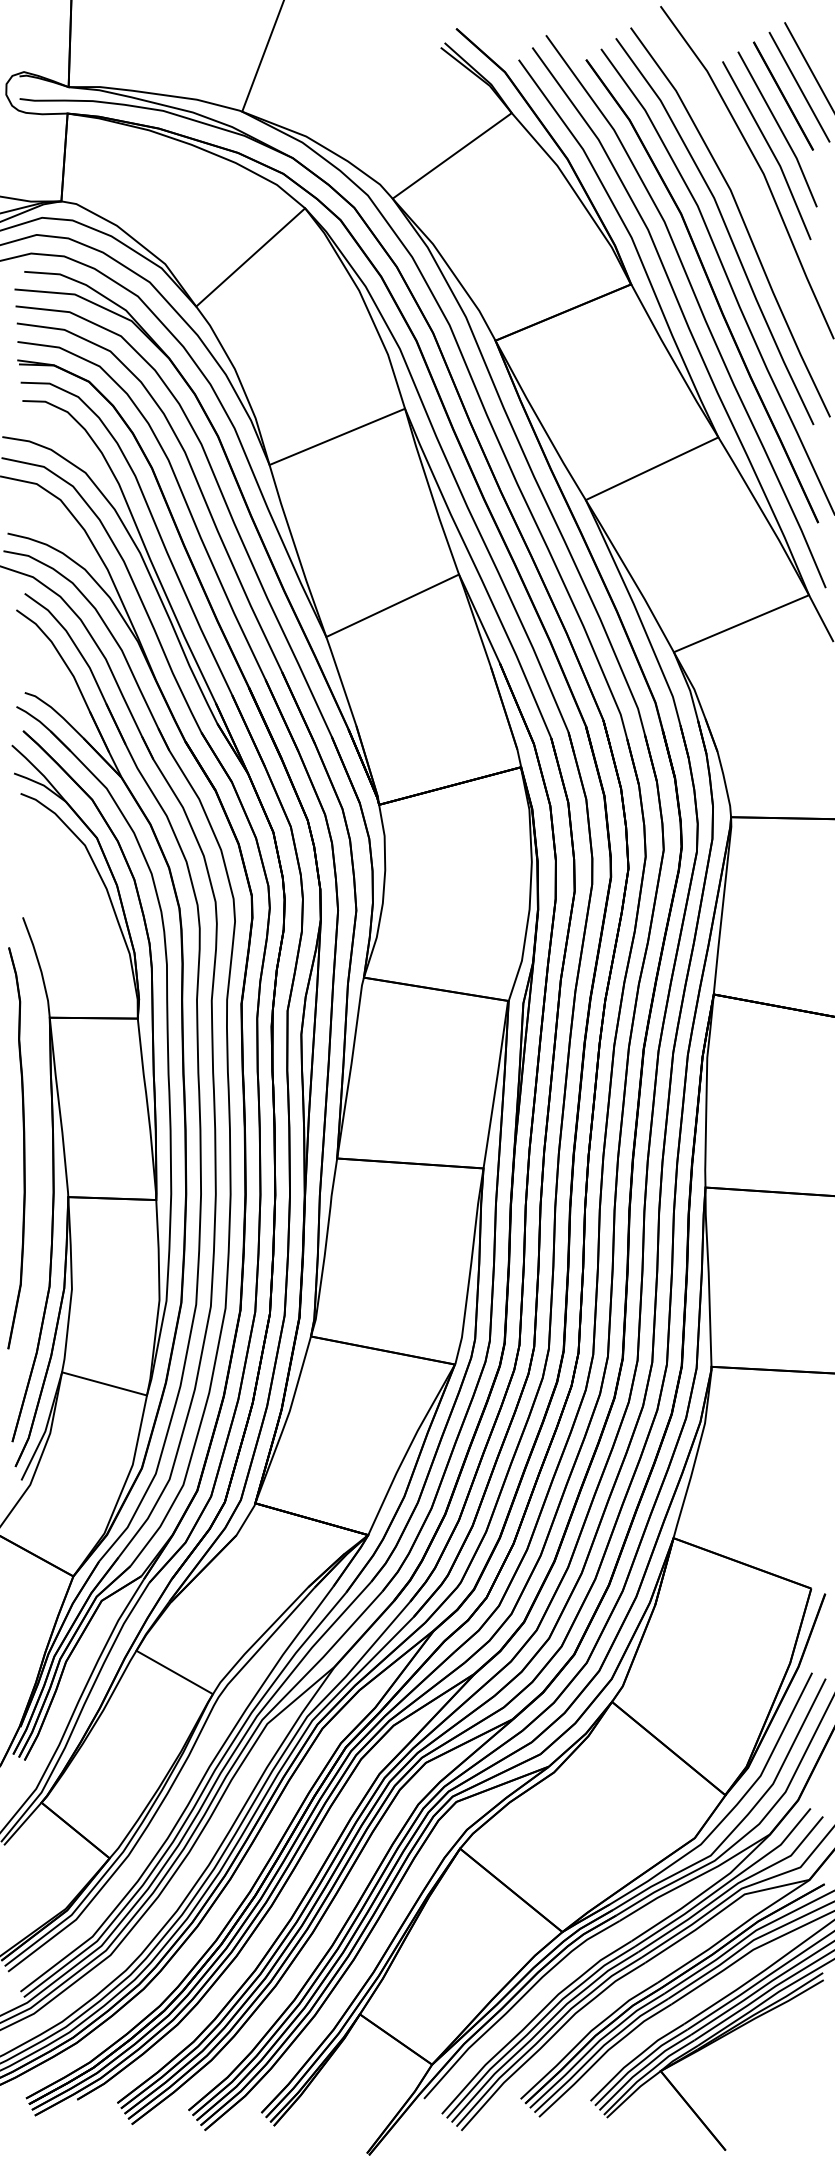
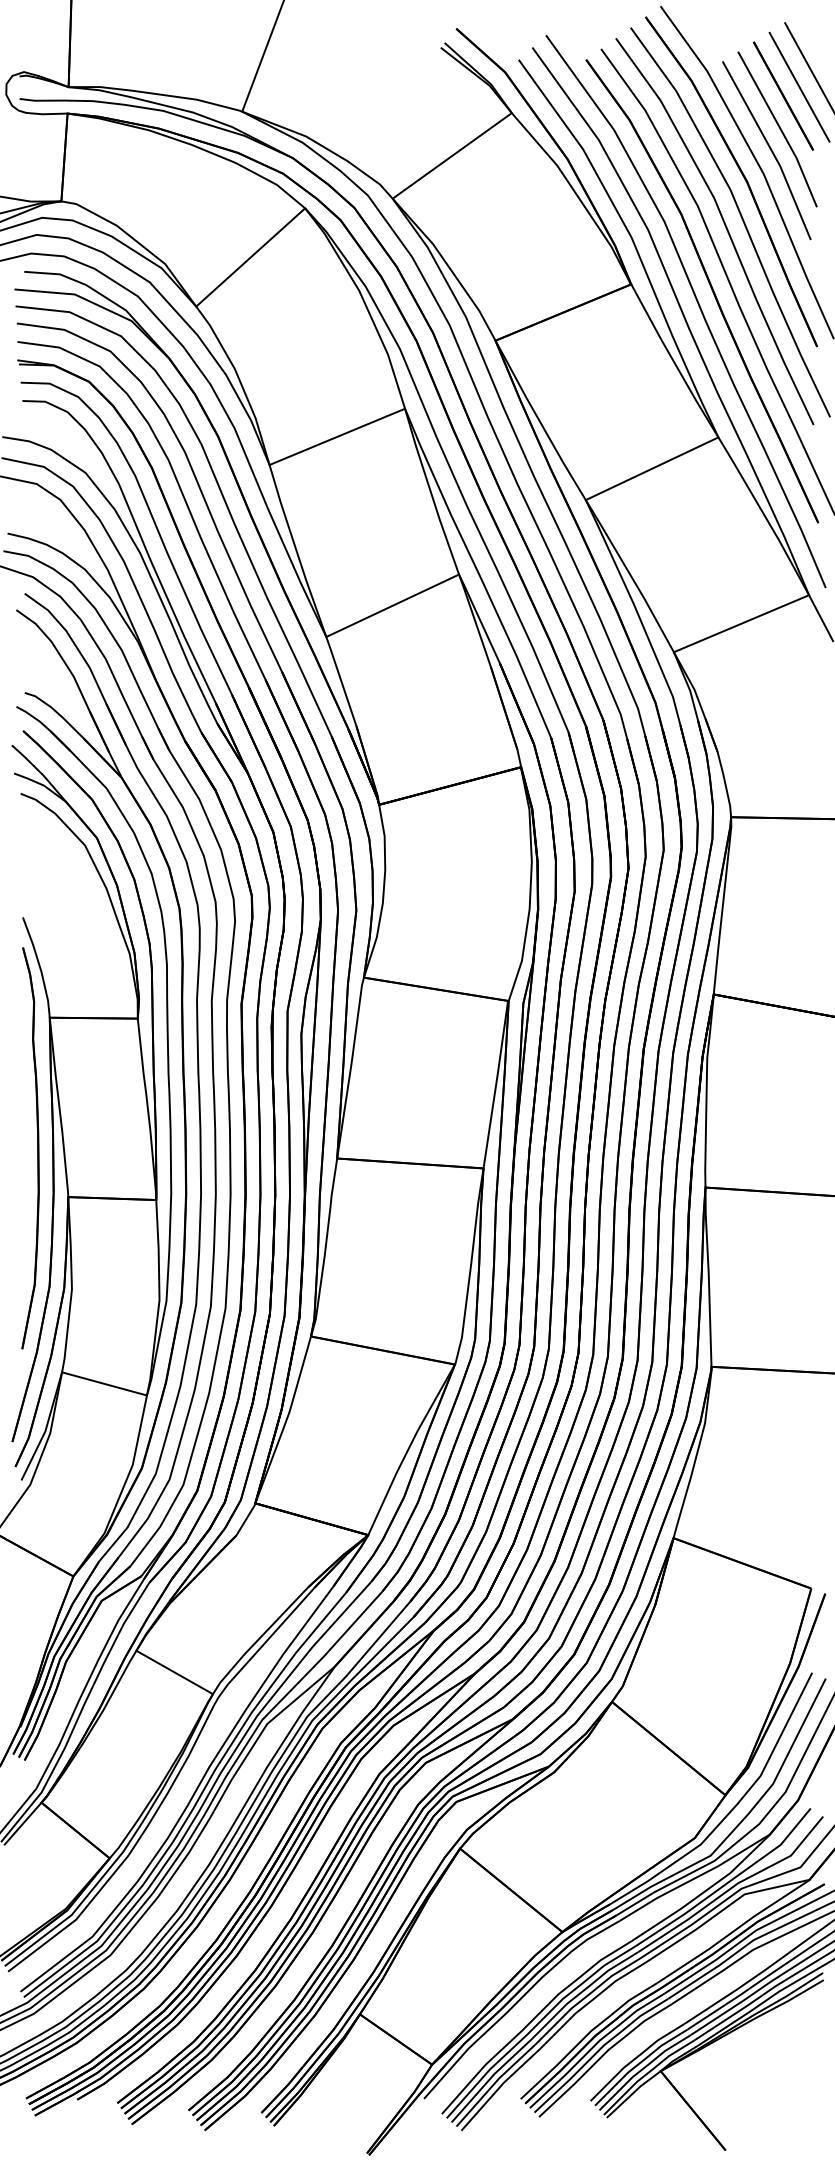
part at (742, 176): none -> present
part at (23, 1148) position: (23, 1148) -> (37, 1148)
